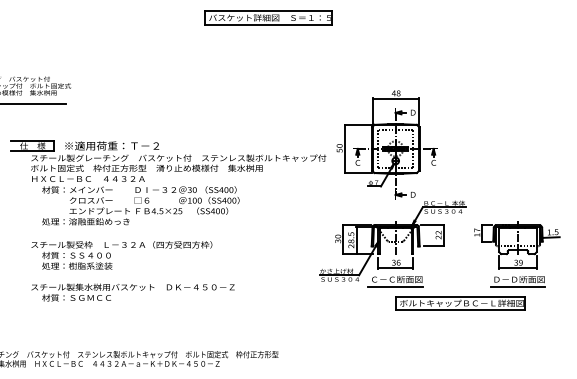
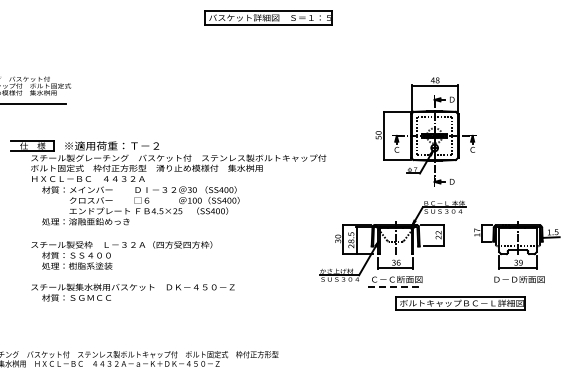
part at (386, 144) position: (386, 144) -> (425, 131)
line at (396, 286): solid -> dashed
line at (517, 286): present -> none
